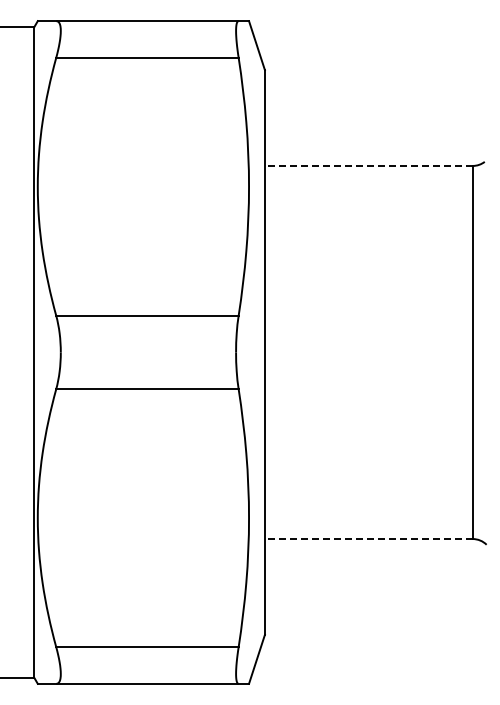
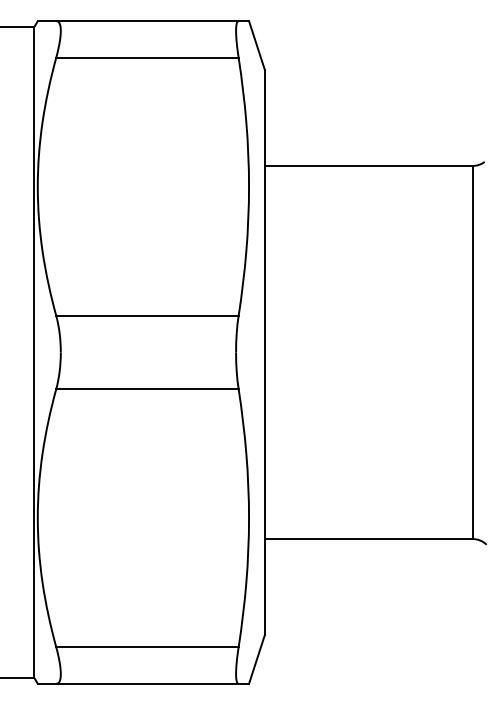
line at (368, 165): dashed -> solid
line at (368, 539): dashed -> solid
